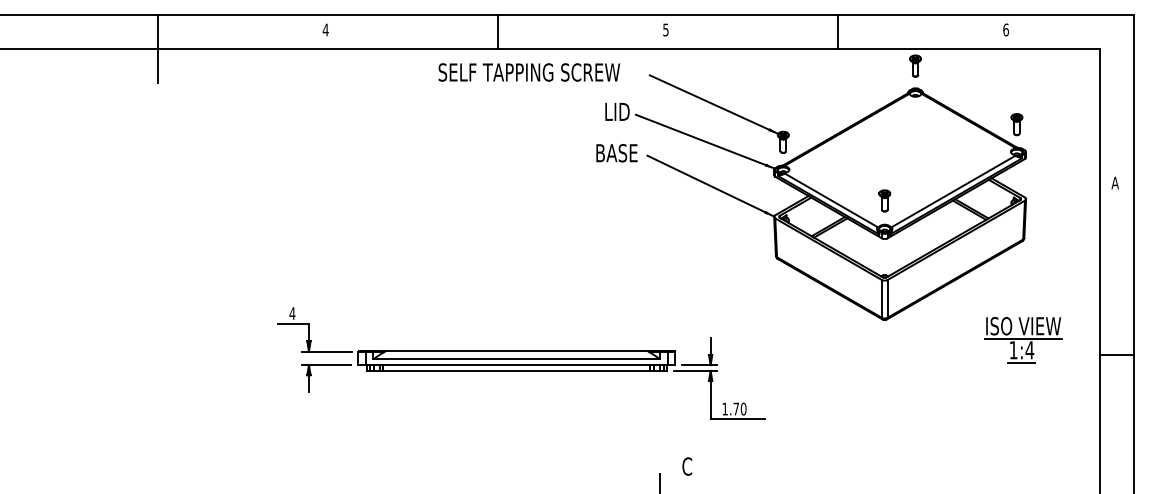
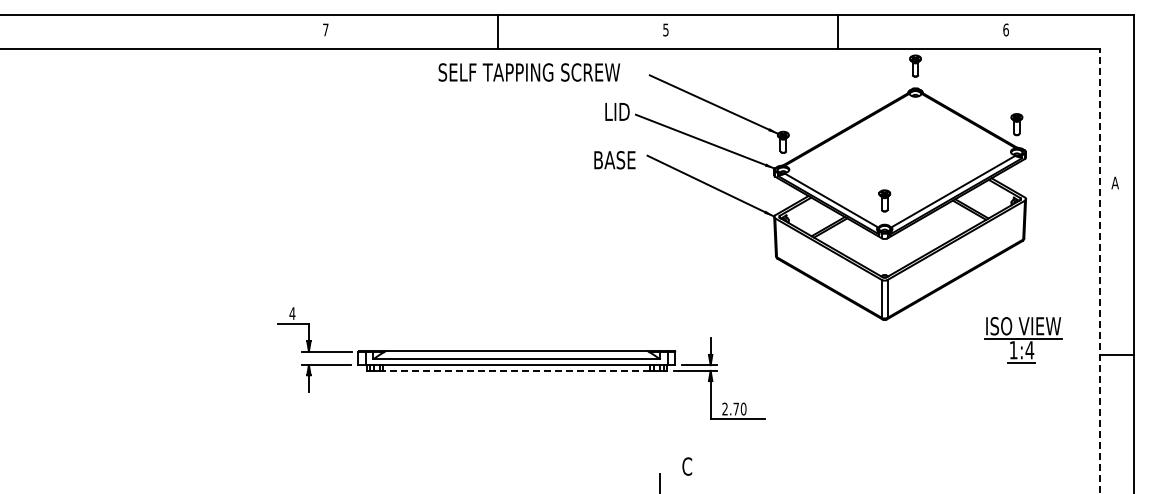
text at (325, 29): 4 -> 7
line at (157, 48): present -> none
text at (616, 153) position: (616, 153) -> (614, 160)
line at (1099, 270): solid -> dashed
line at (516, 370): solid -> dashed
text at (724, 408): 1.70 -> 2.70
